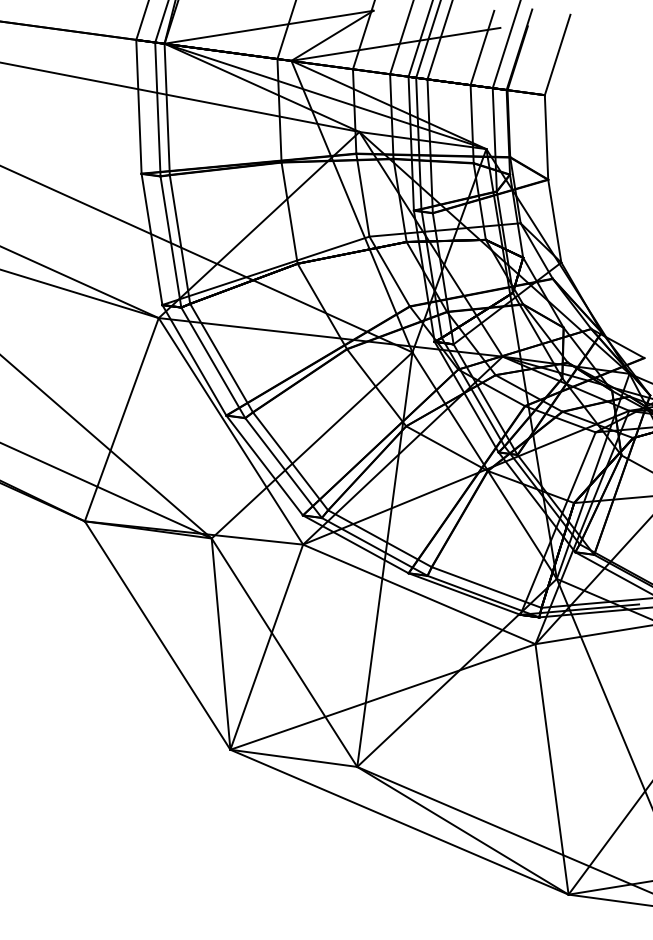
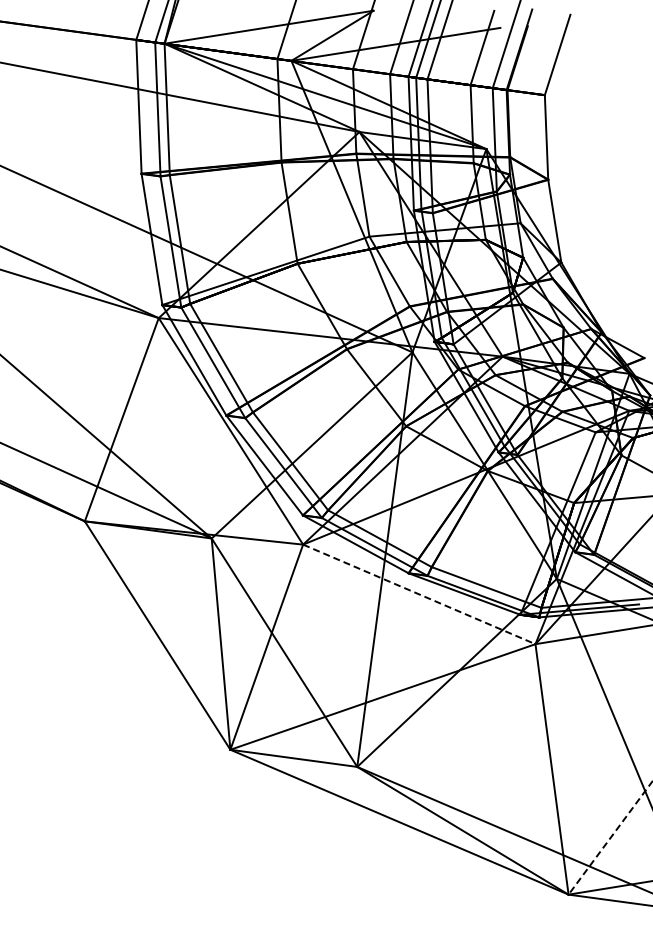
line at (419, 594): solid -> dashed
line at (610, 838): solid -> dashed
